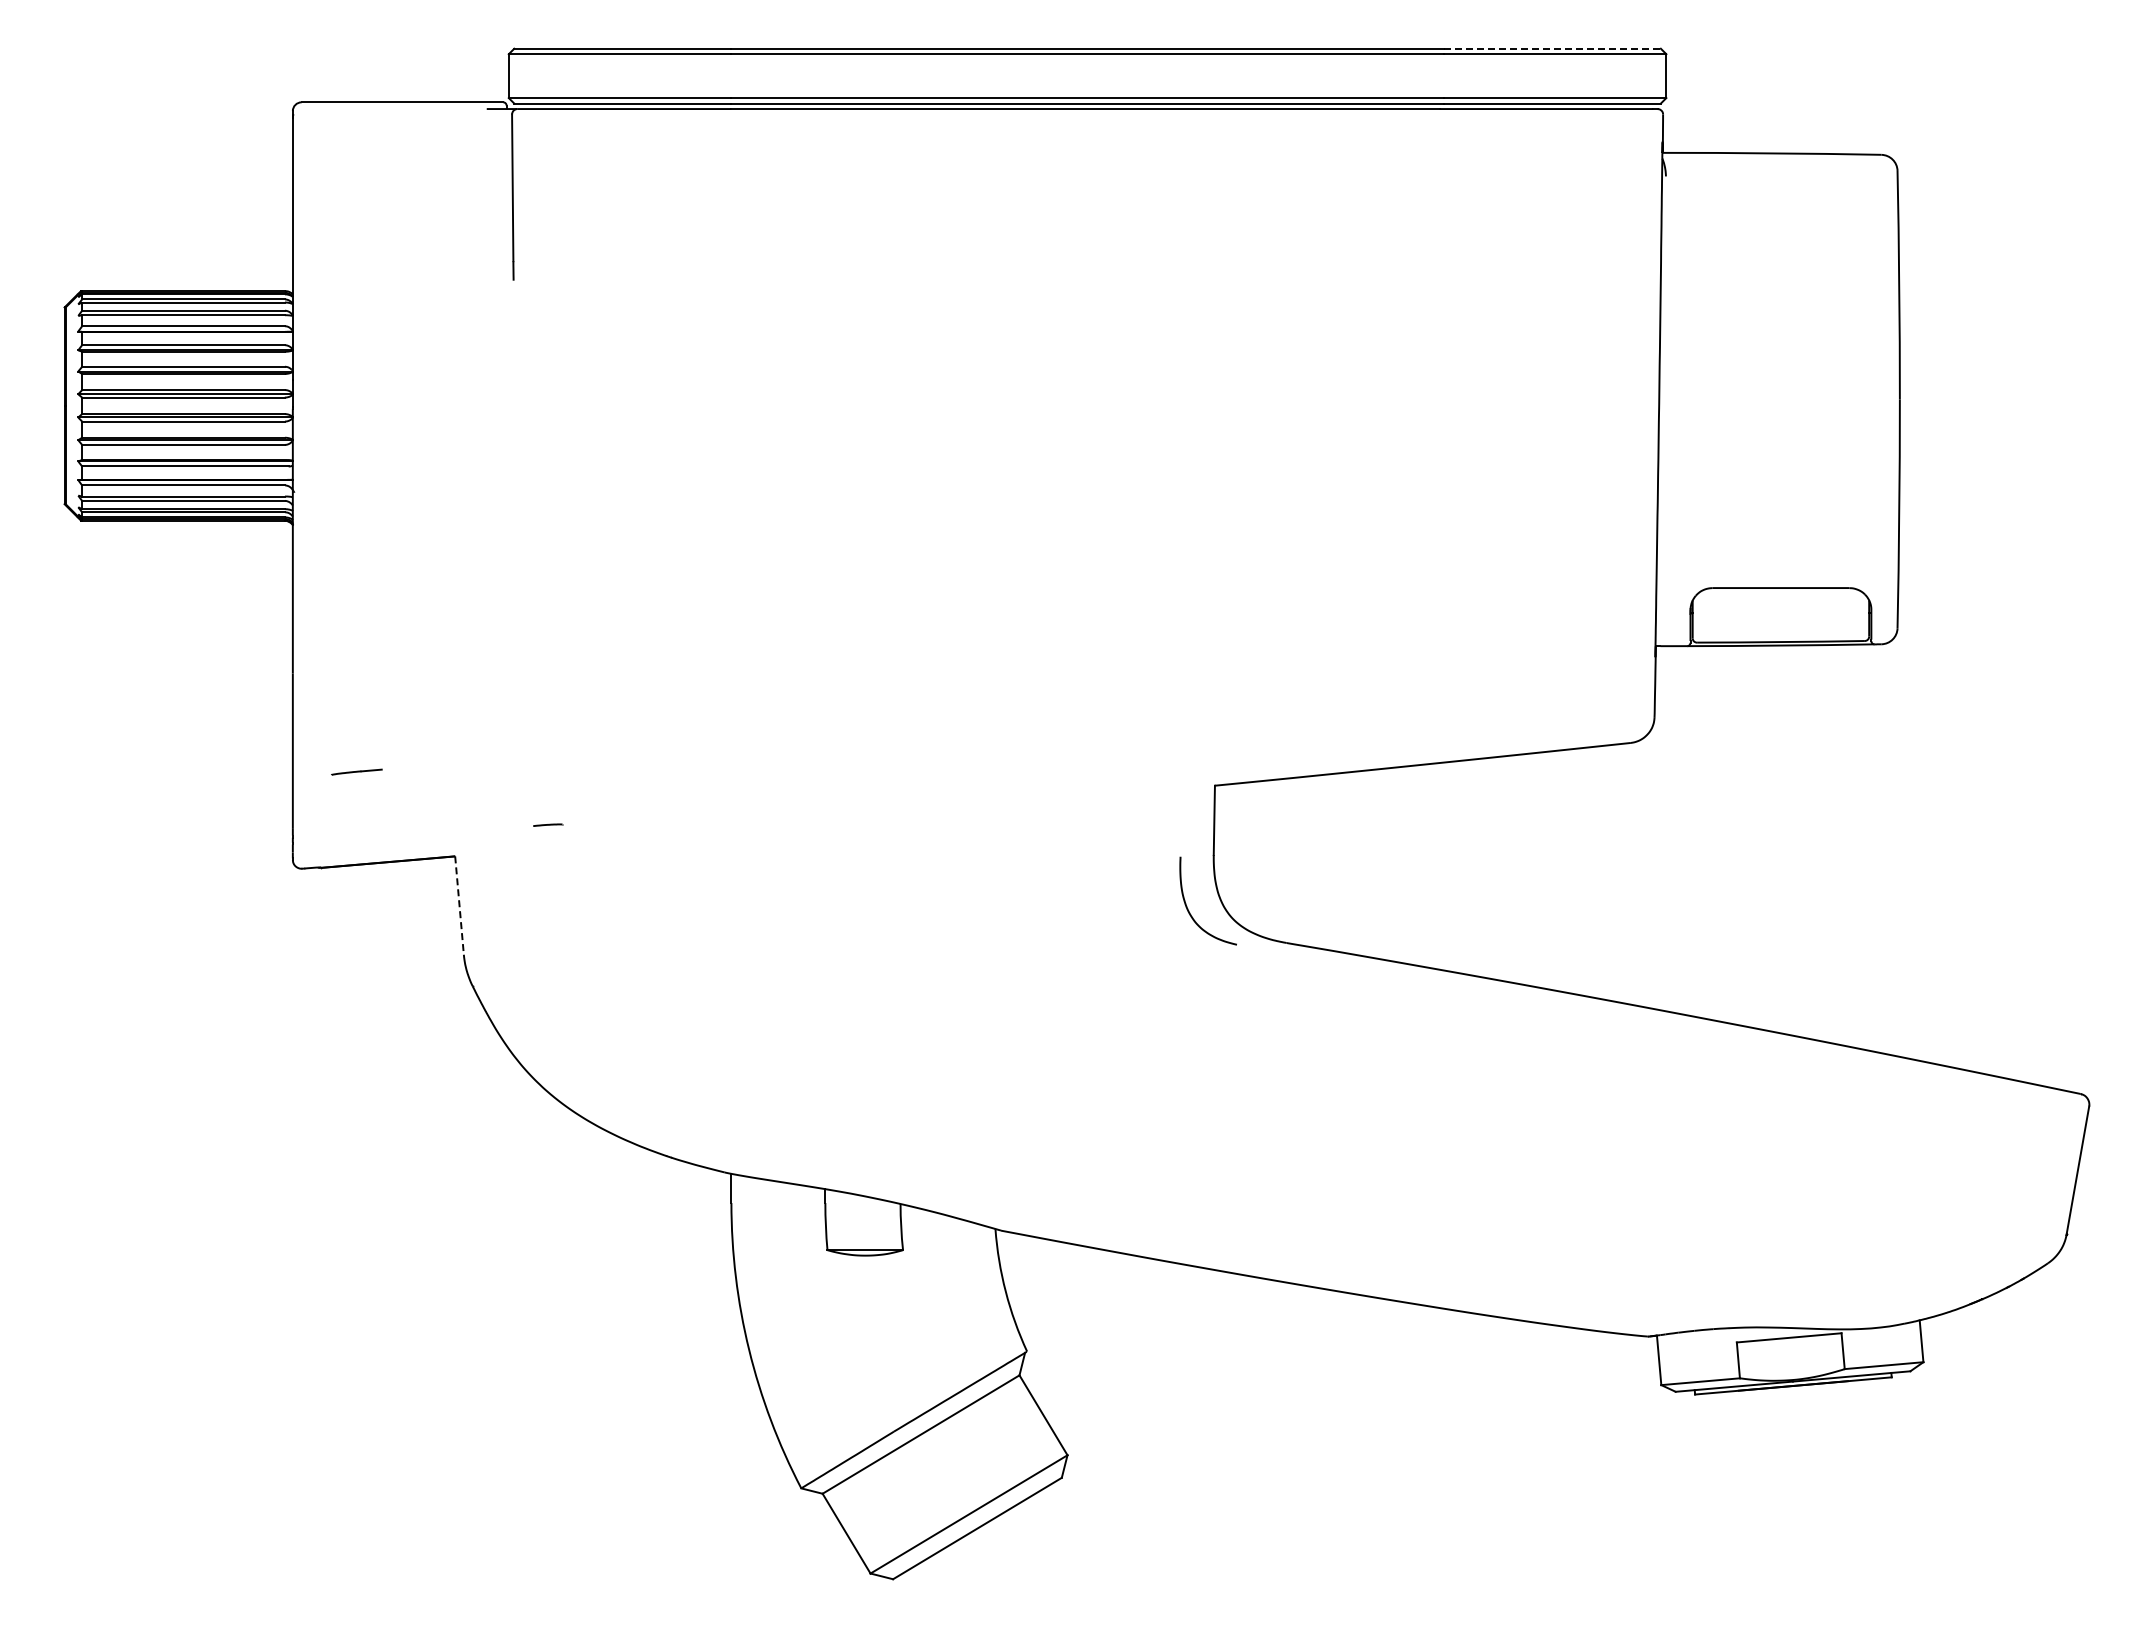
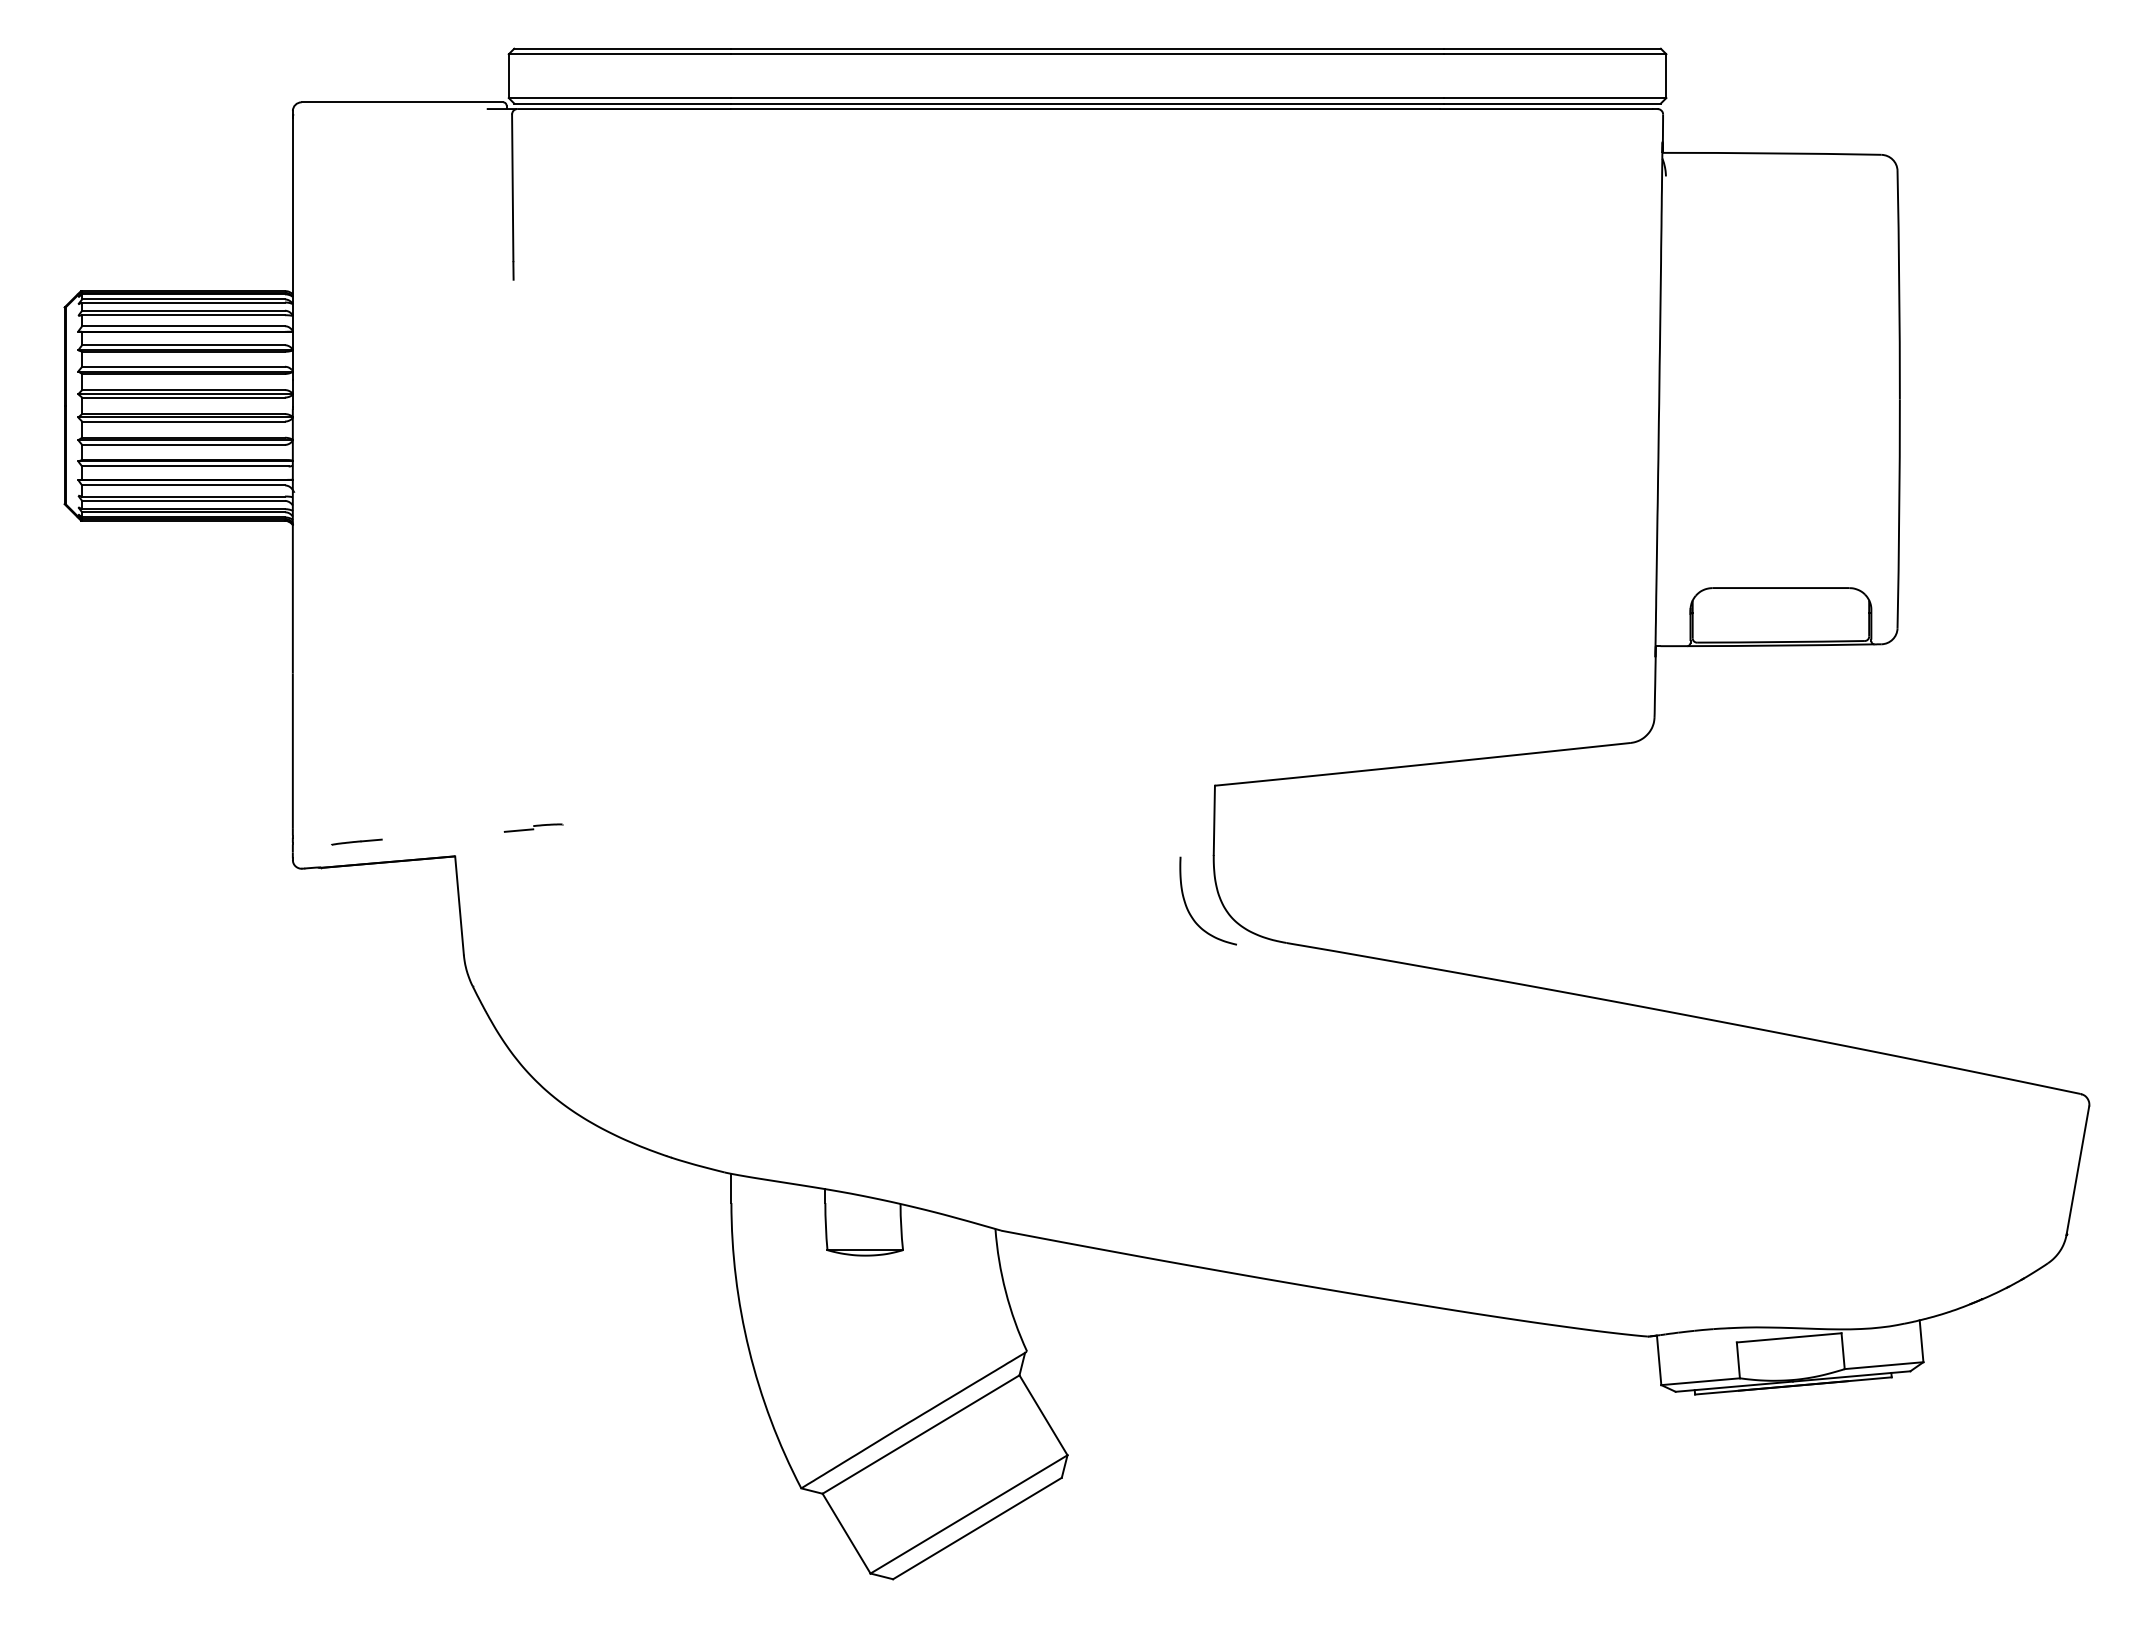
line at (1552, 48): dashed -> solid
line at (356, 771) position: (356, 771) -> (356, 841)
line at (518, 830): none -> present
line at (459, 906): dashed -> solid
